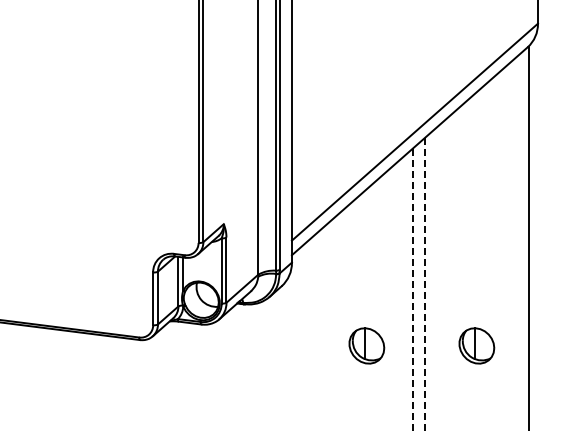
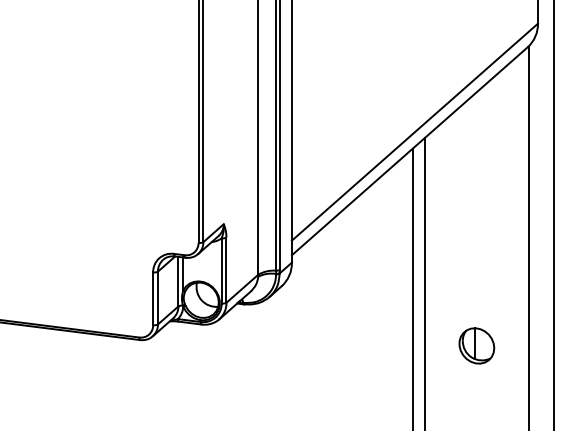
line at (553, 214): none -> present
line at (425, 284): dashed -> solid
line at (412, 289): dashed -> solid
part at (366, 345): present -> none
